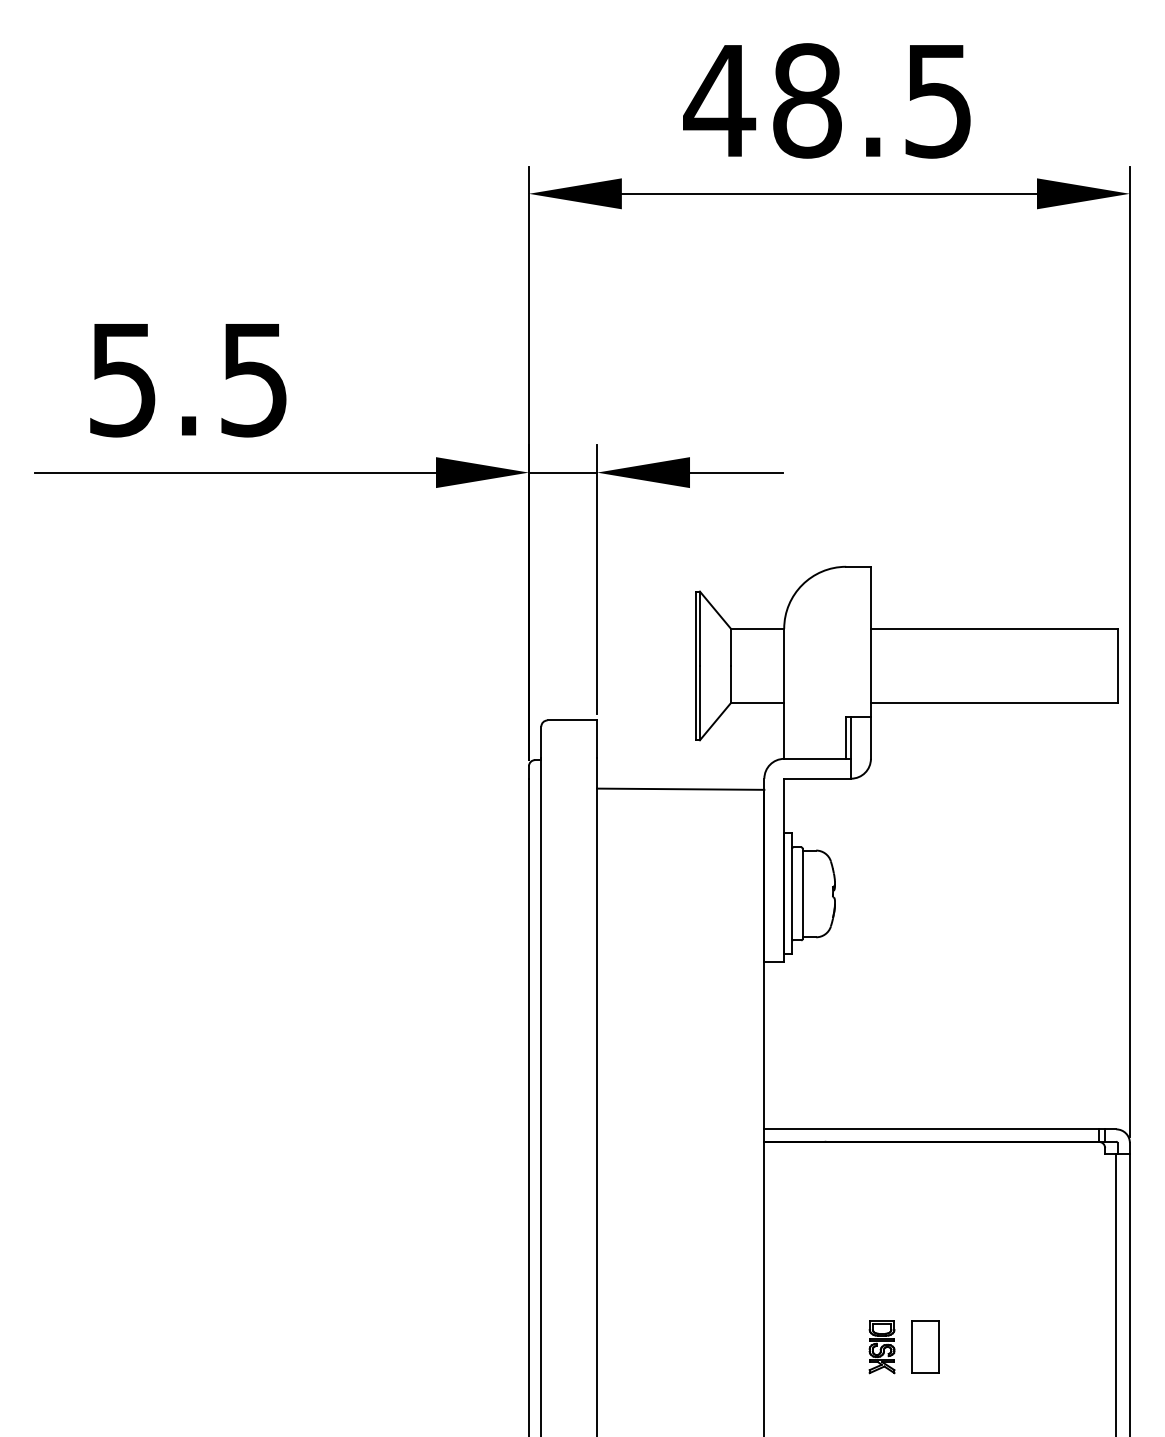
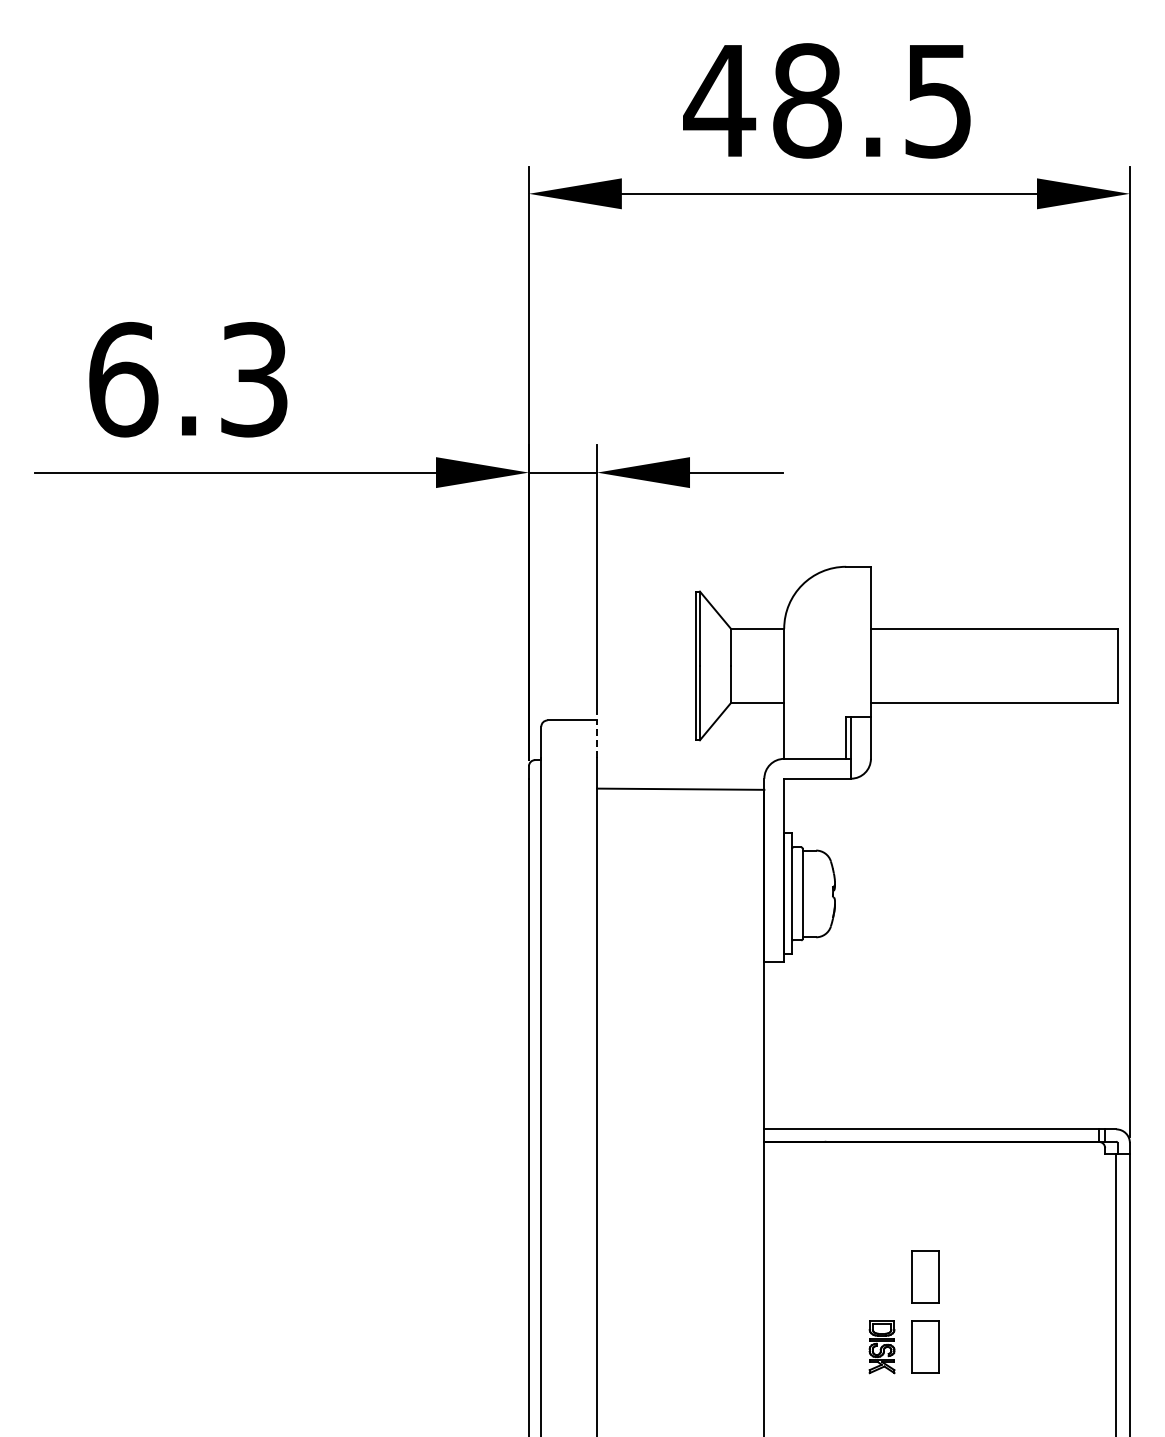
text at (188, 379): 5.5 -> 6.3
line at (597, 739): solid -> dashed
part at (925, 1276): none -> present
